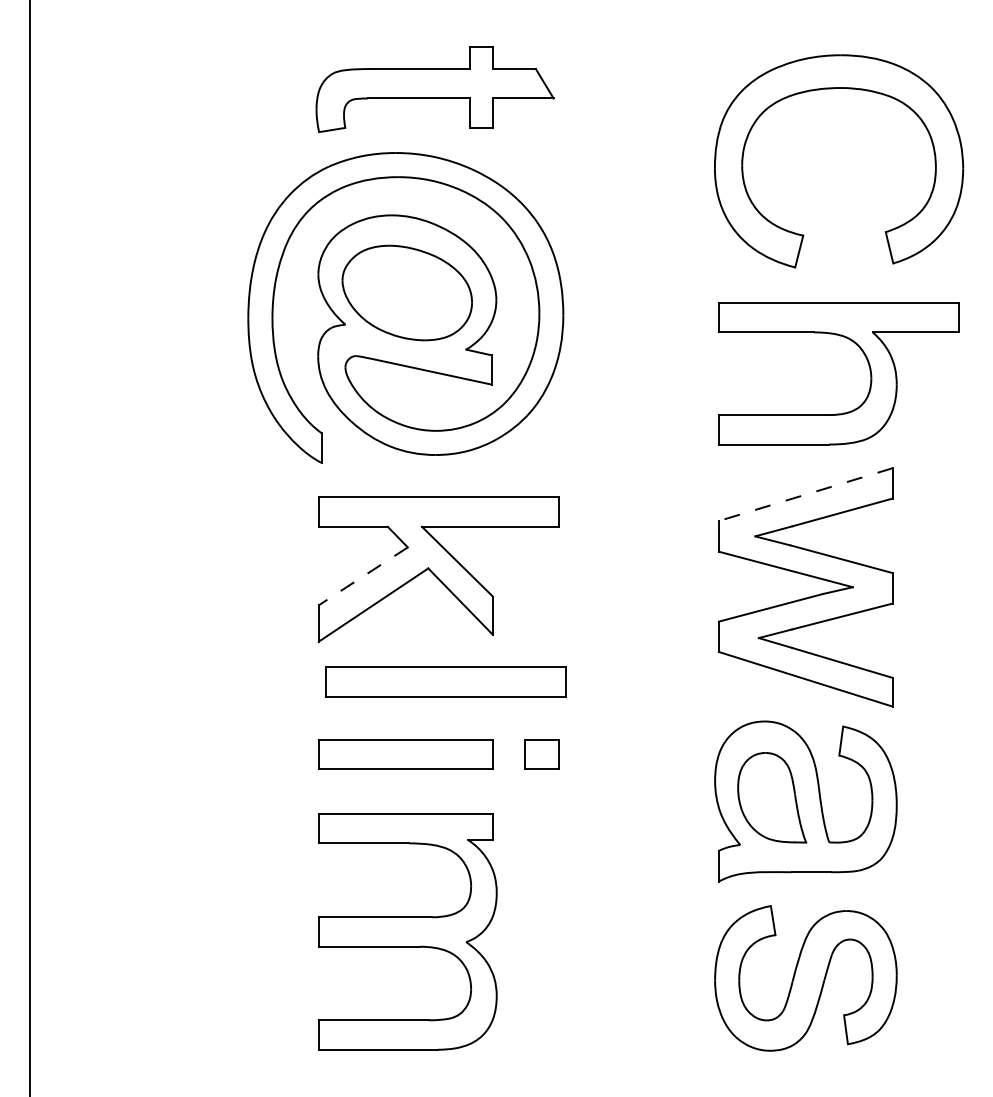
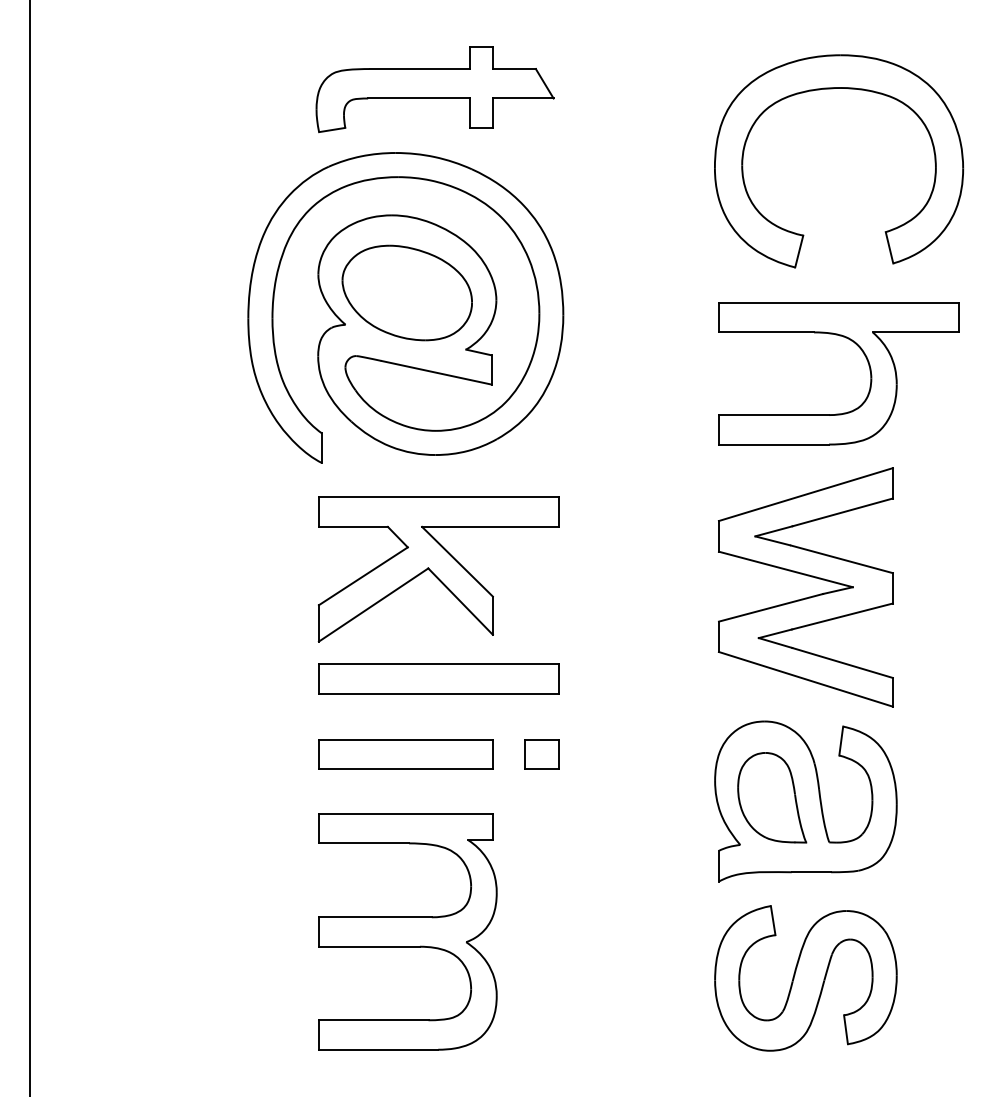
line at (805, 494): dashed -> solid
line at (362, 576): dashed -> solid
part at (445, 681) position: (445, 681) -> (438, 678)
